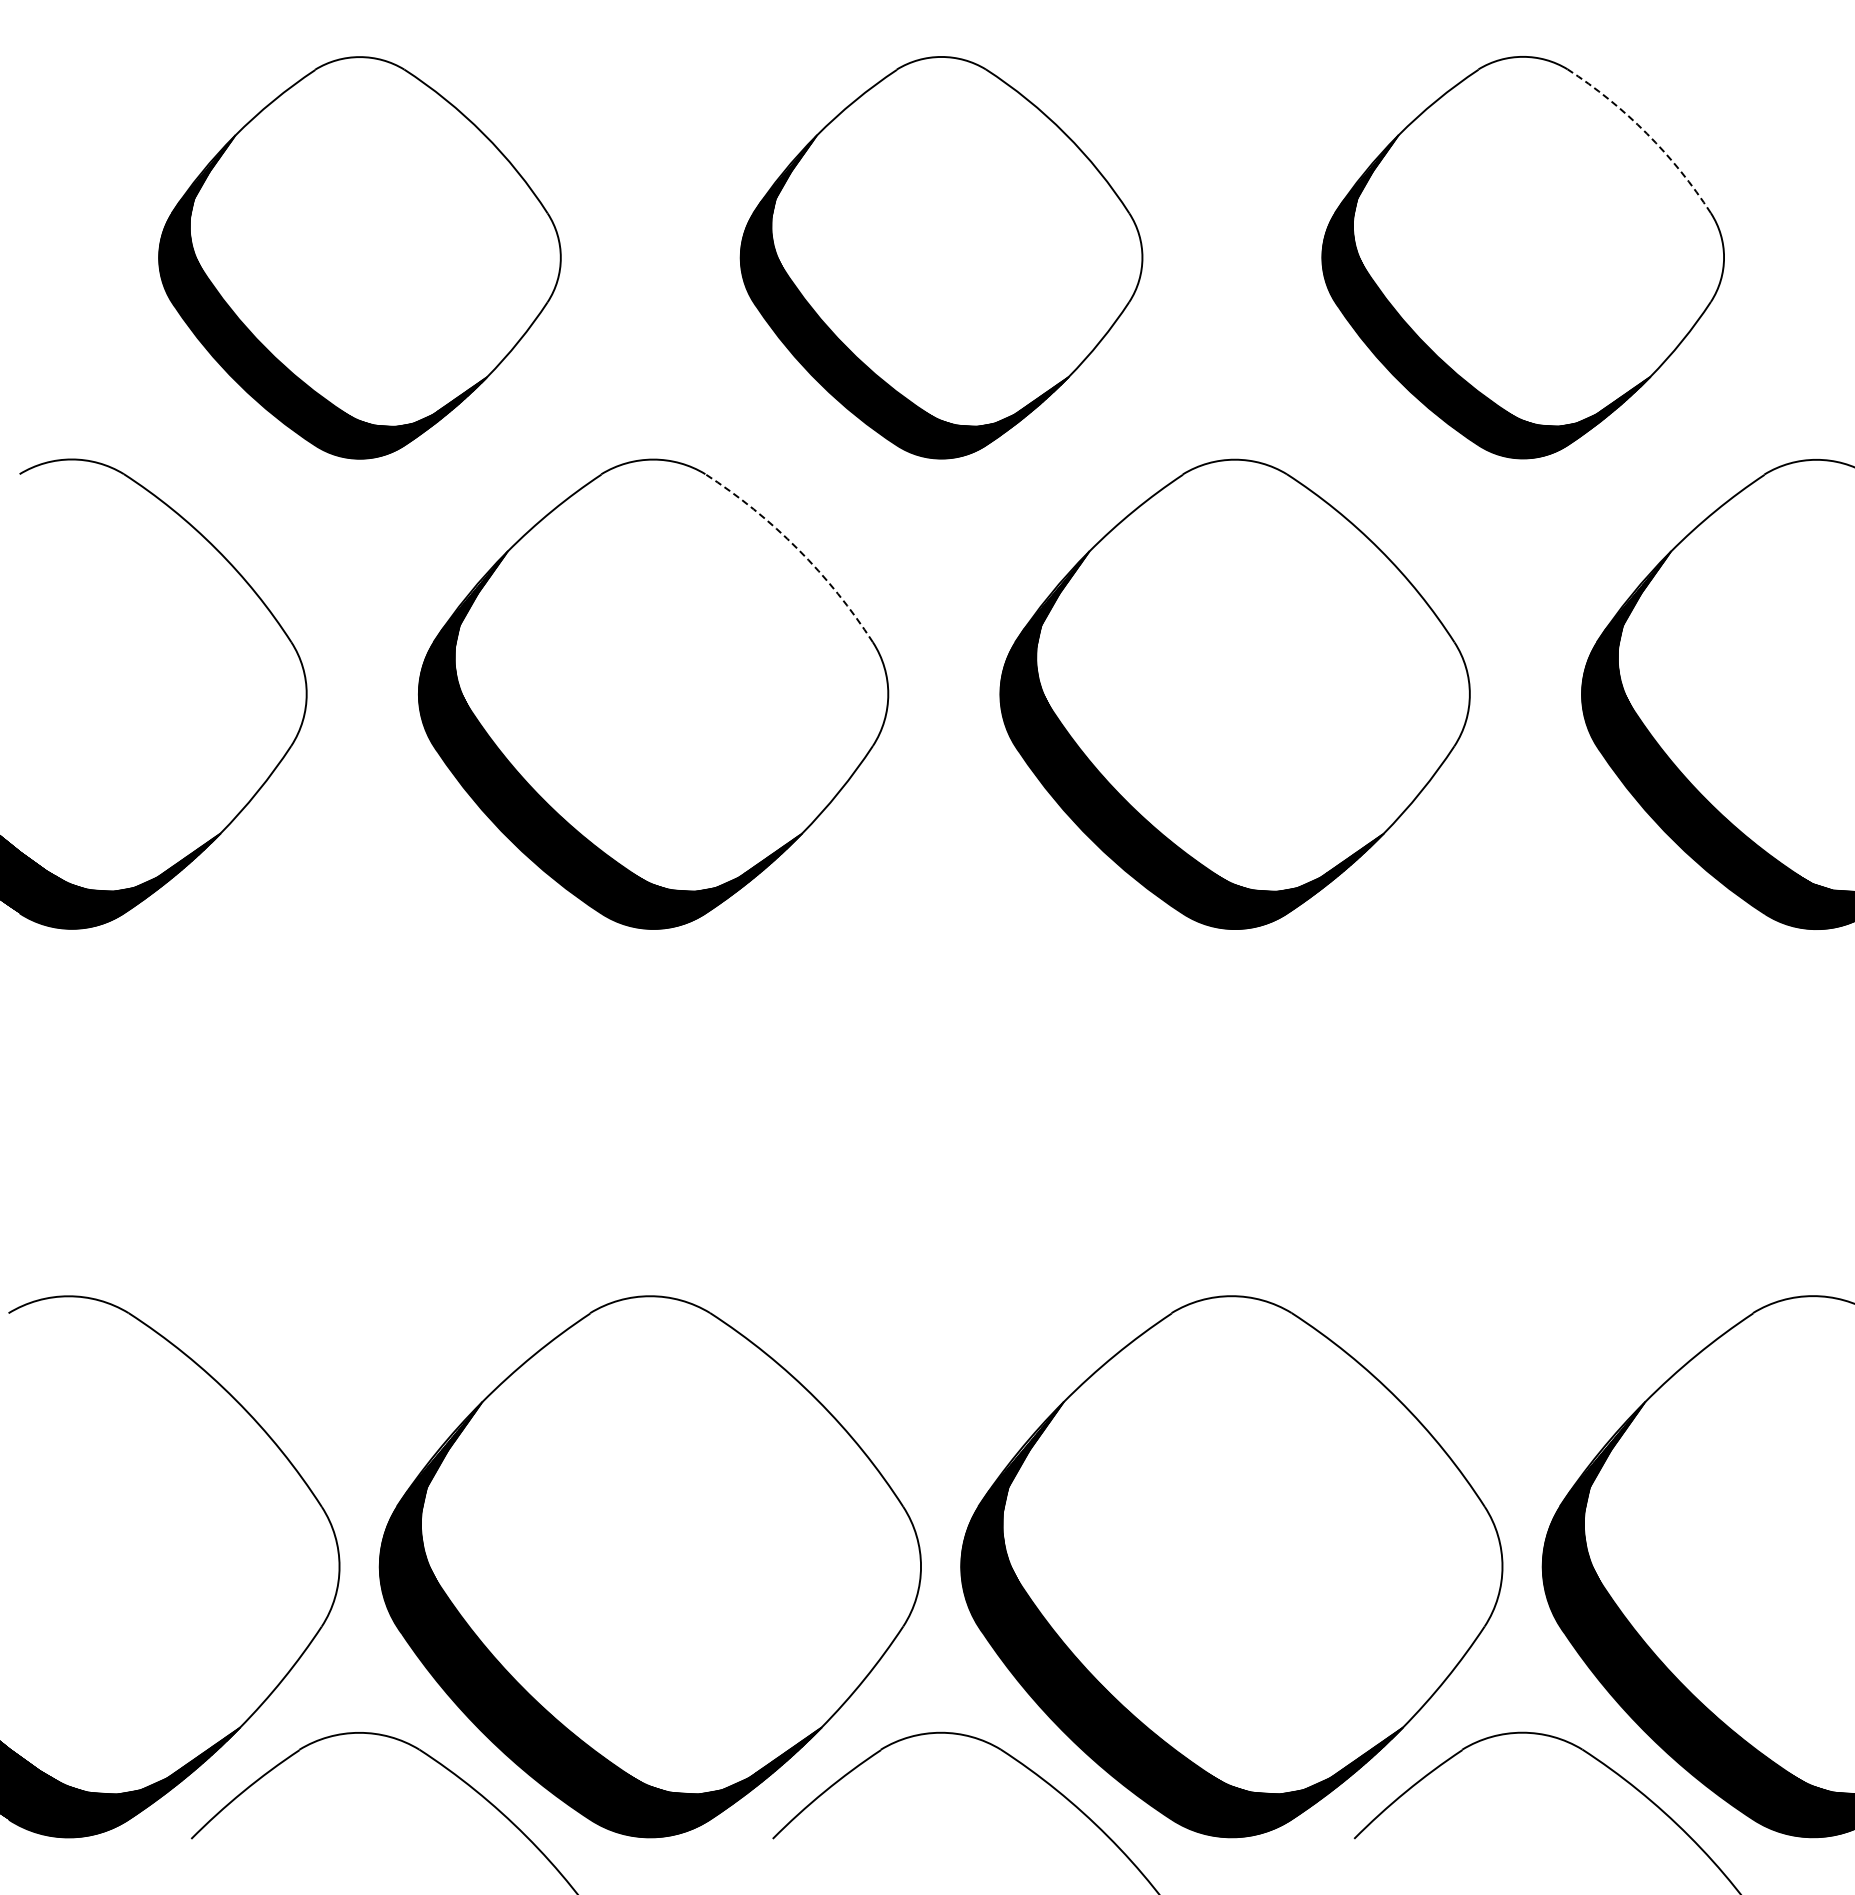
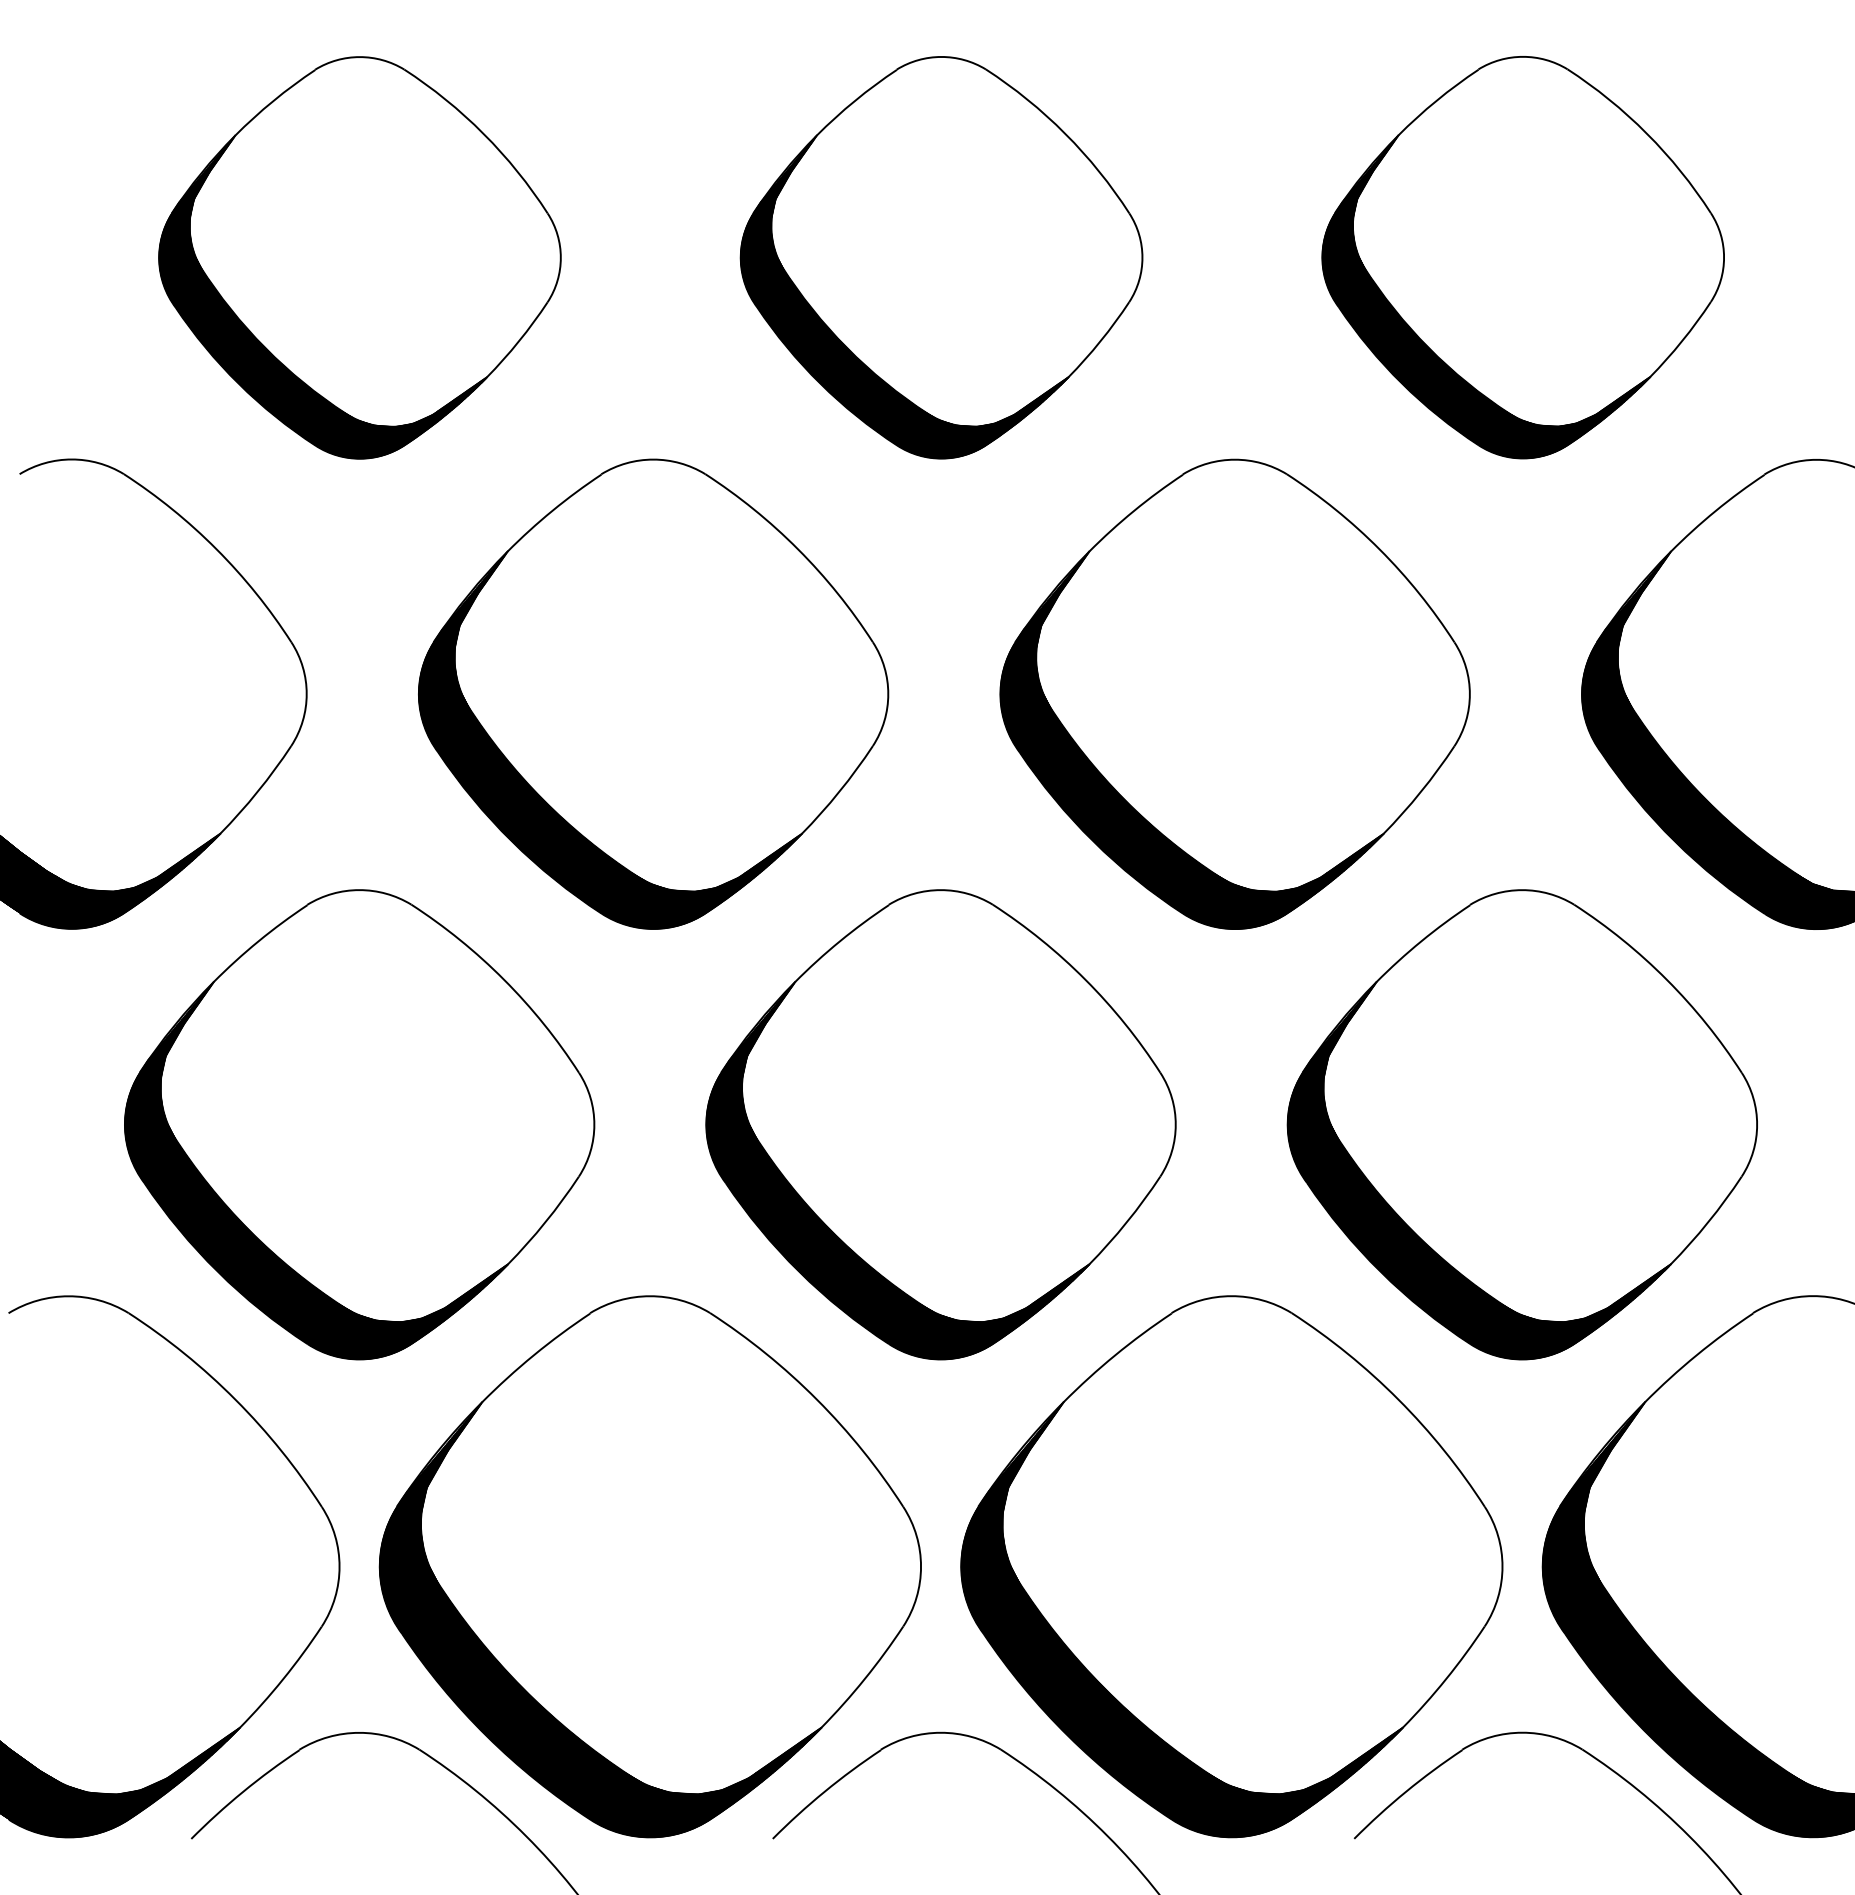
arc at (1646, 133): dashed -> solid
arc at (798, 549): dashed -> solid
part at (359, 1124): none -> present
part at (940, 1124): none -> present
part at (1521, 1124): none -> present
